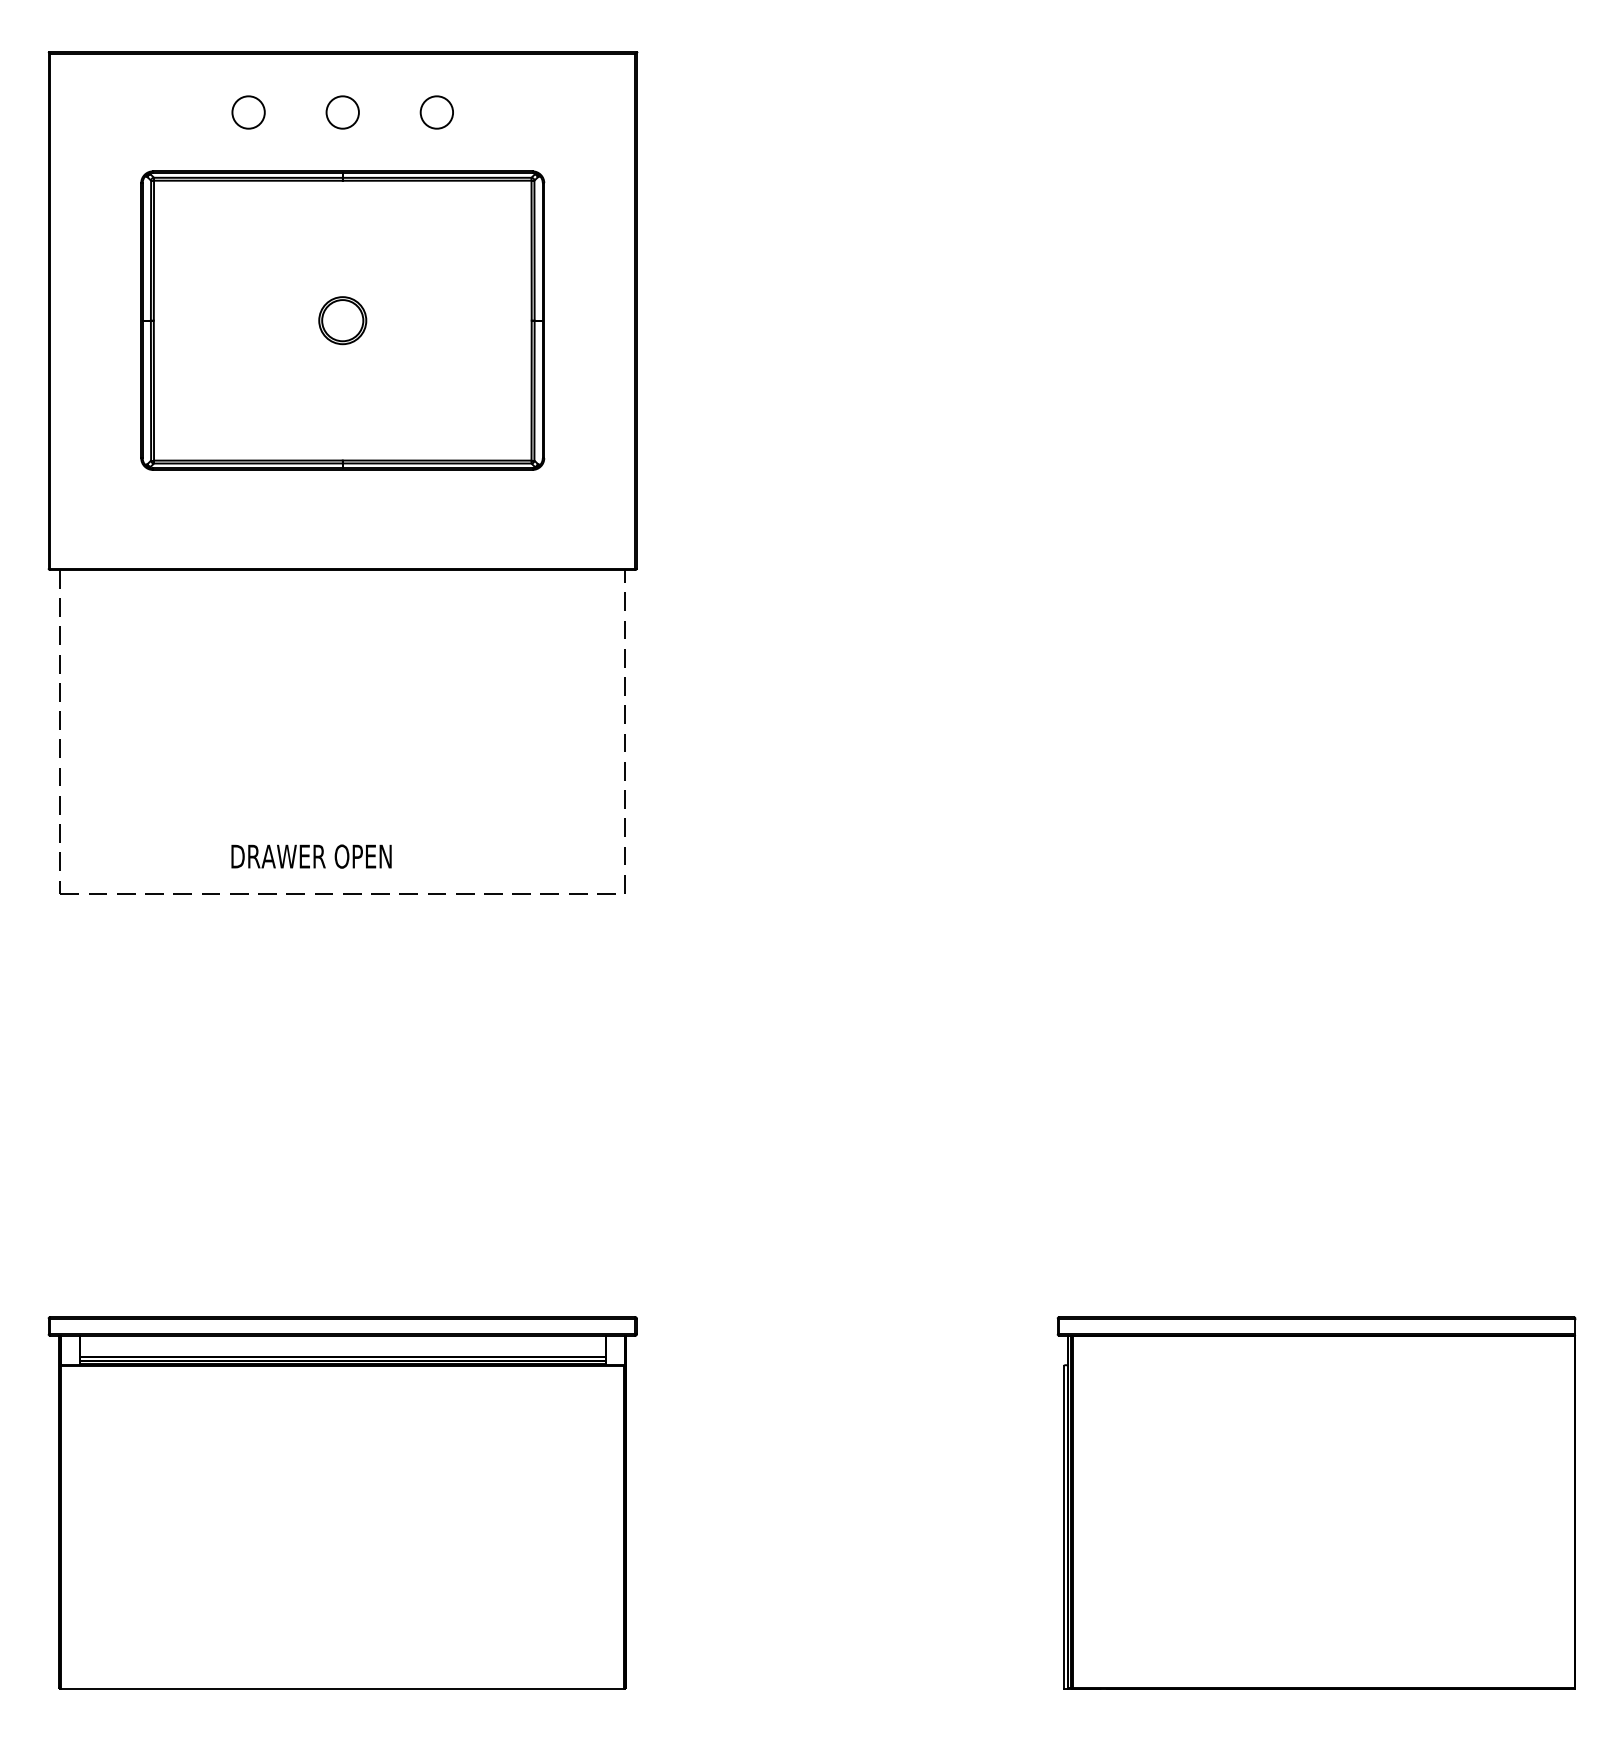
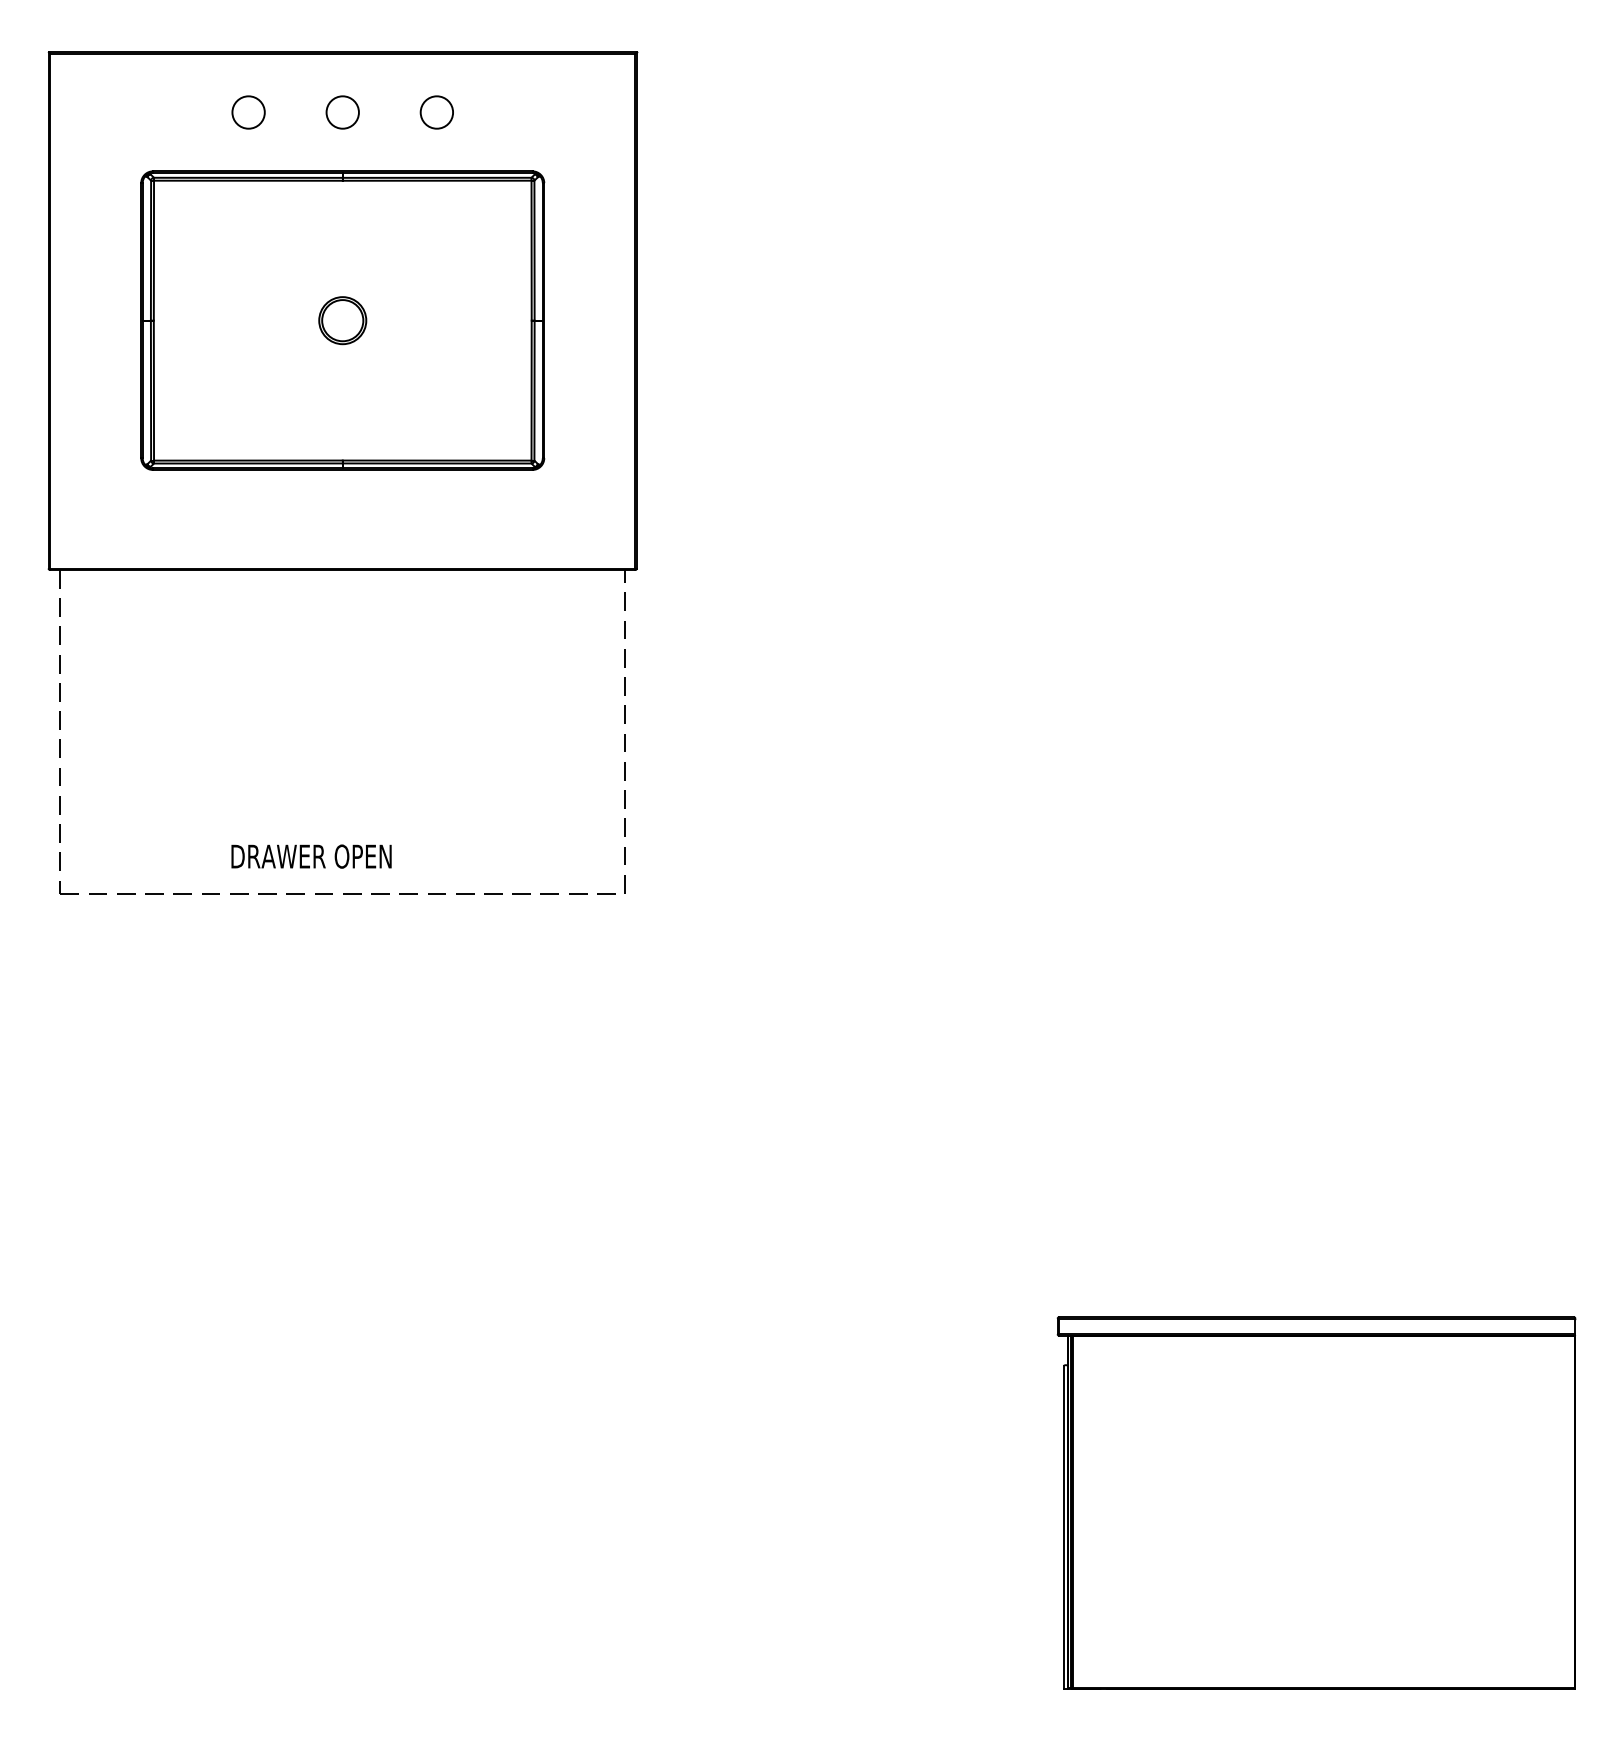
part at (342, 1502): present -> none
